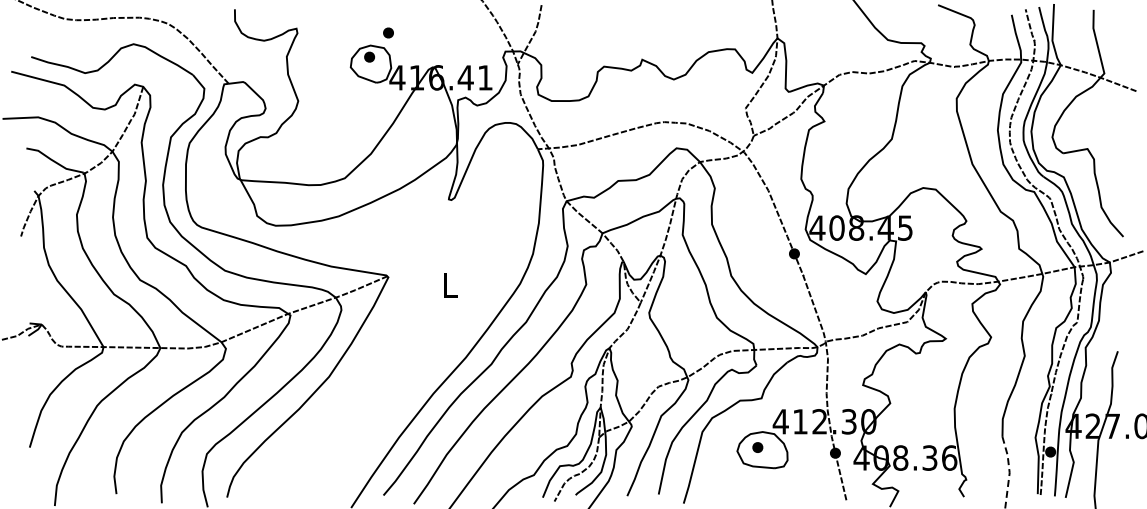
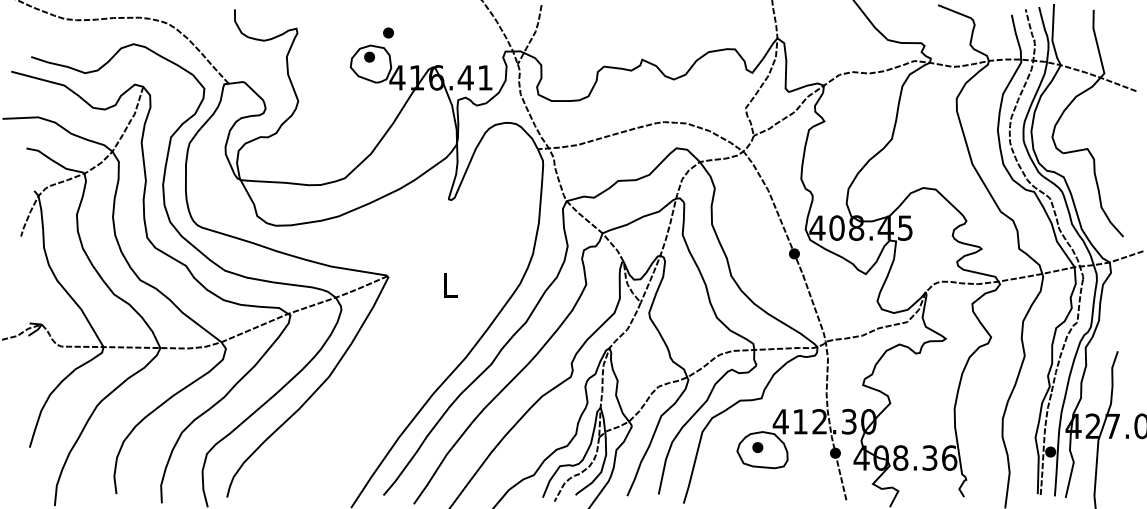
line at (1009, 471): dashed -> solid
